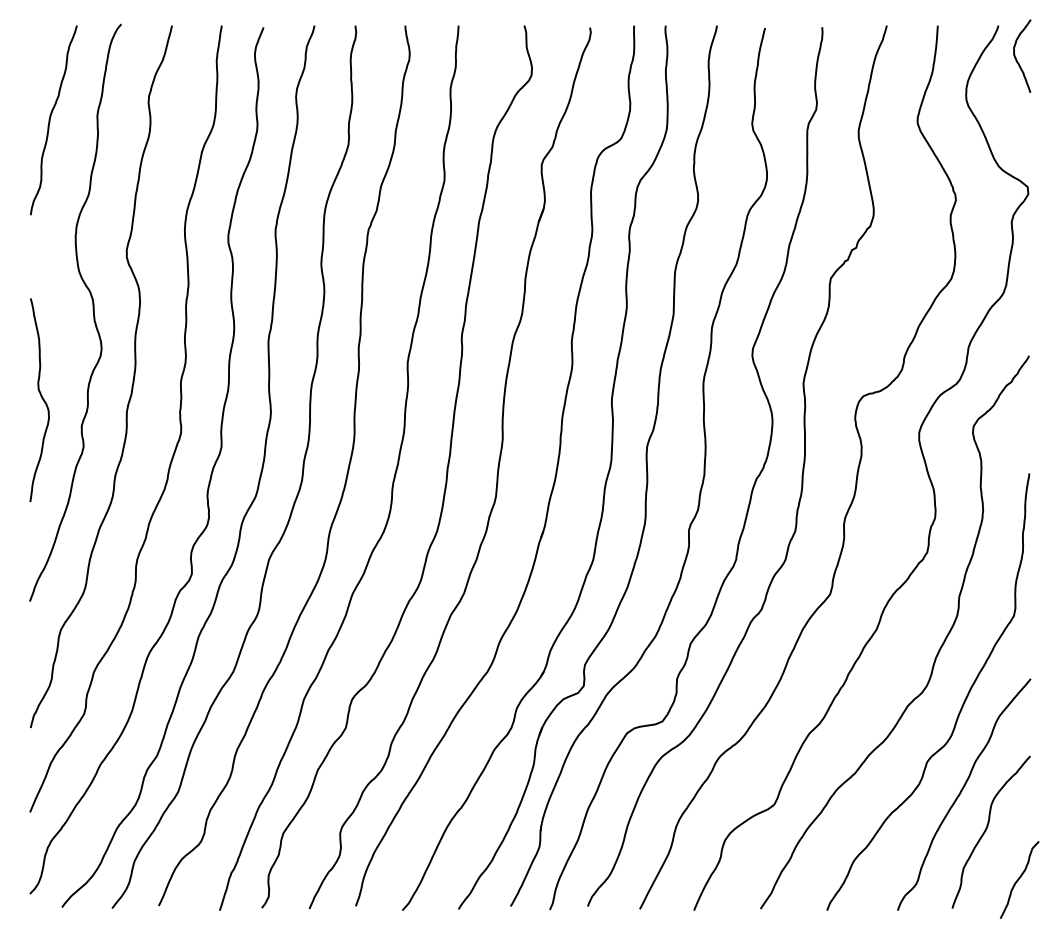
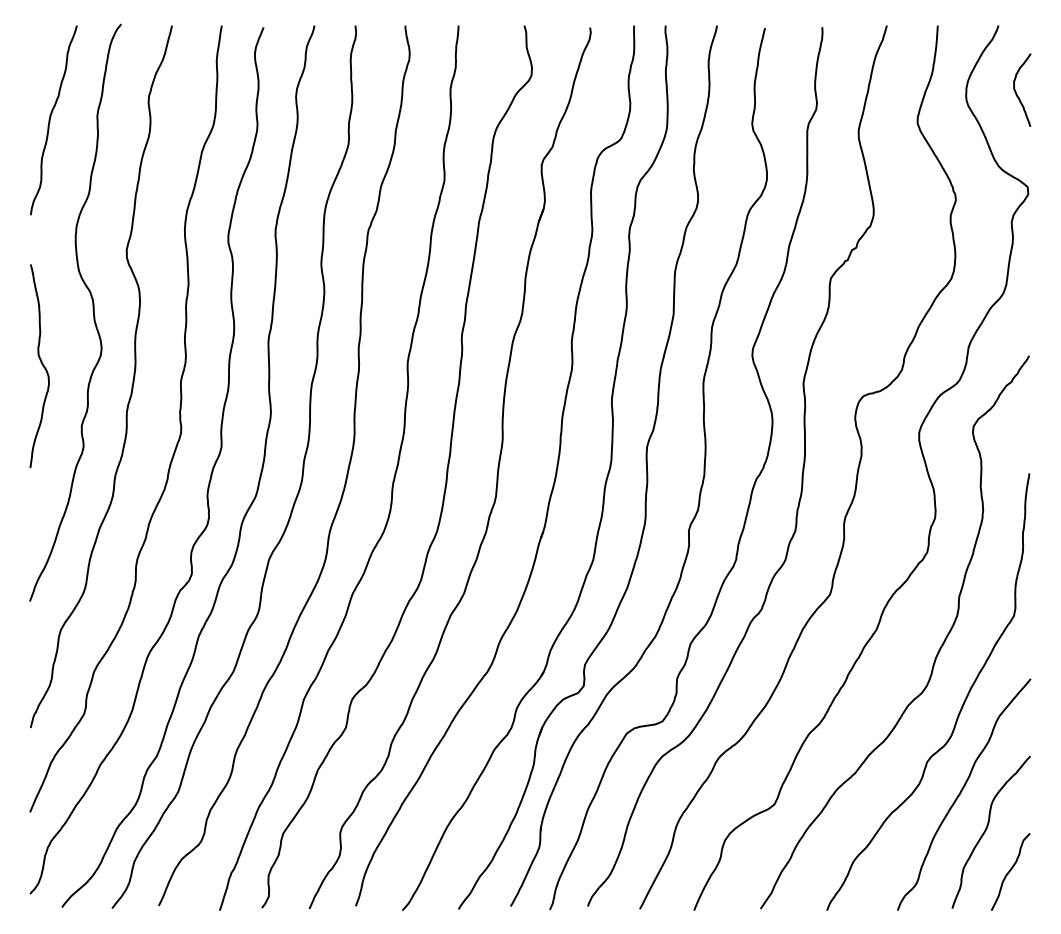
curve at (1016, 57) position: (1016, 57) -> (1016, 91)
curve at (41, 398) position: (41, 398) -> (41, 364)
curve at (1019, 879) position: (1019, 879) -> (1010, 871)
